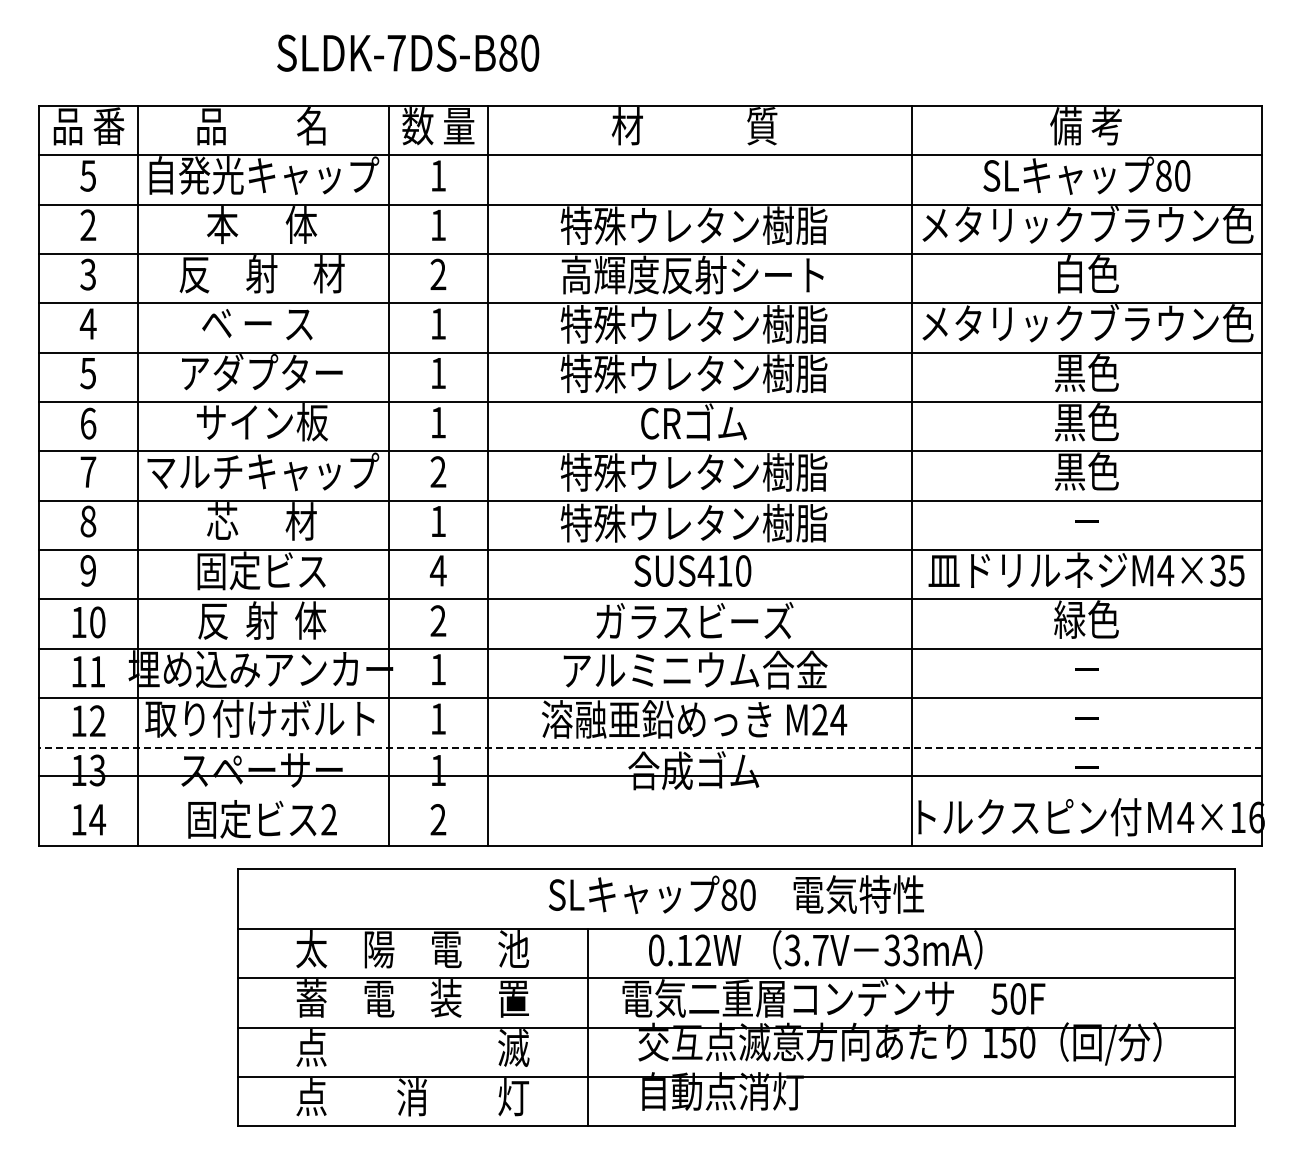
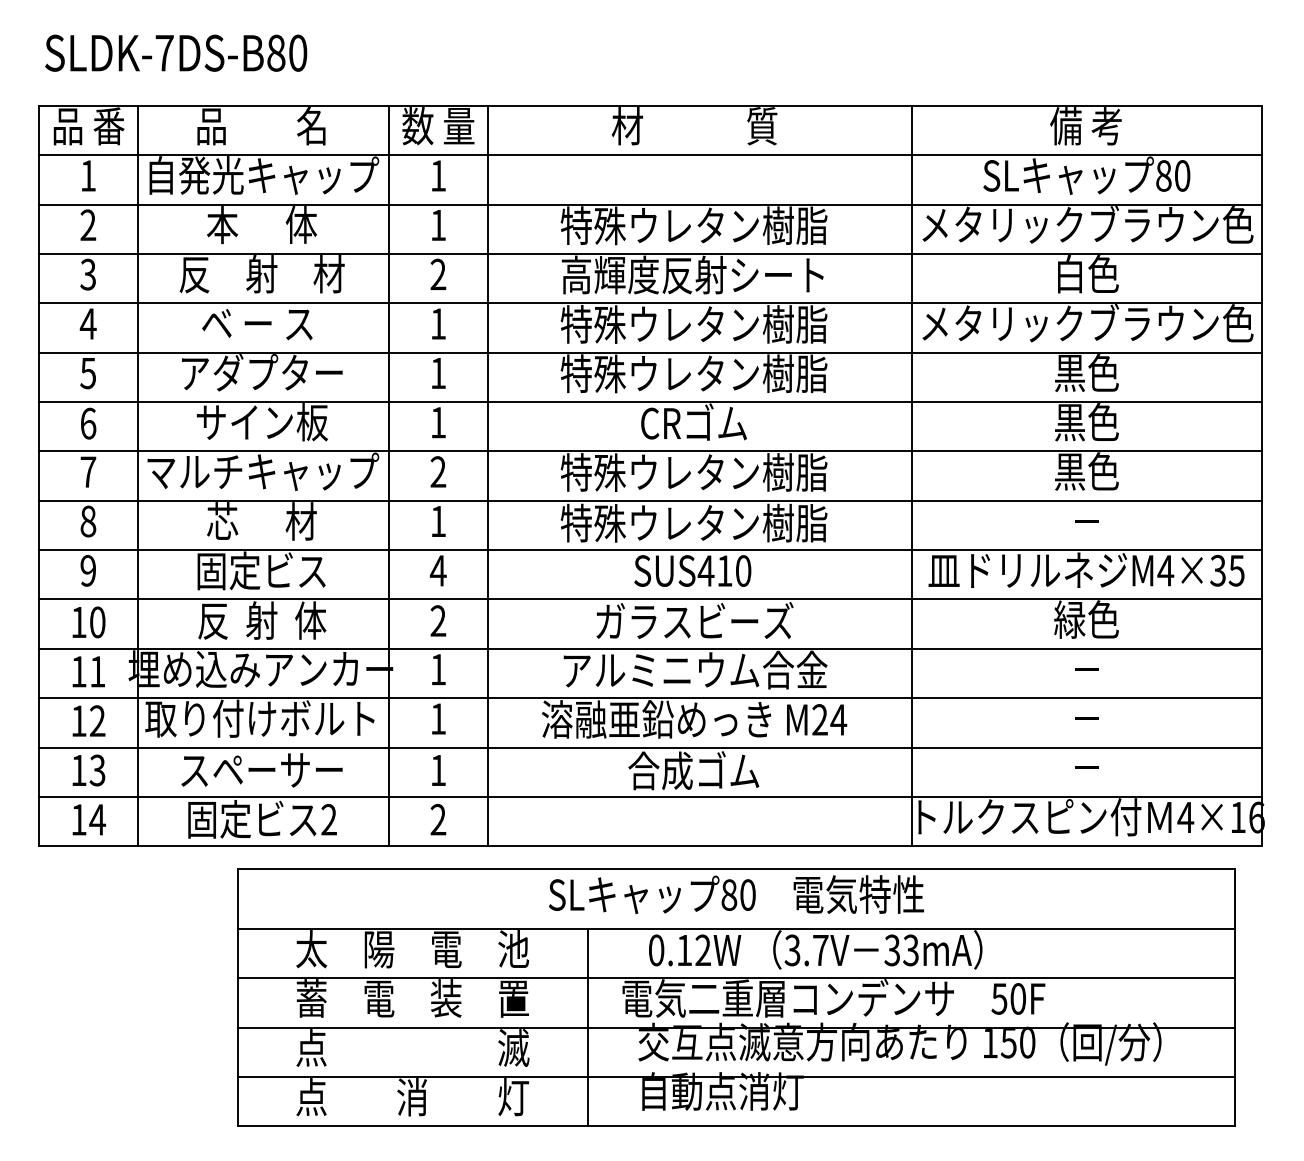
text at (408, 52) position: (408, 52) -> (176, 52)
text at (87, 175): 5 -> 1
line at (650, 747): dashed -> solid
line at (650, 775) position: (650, 775) -> (650, 796)
